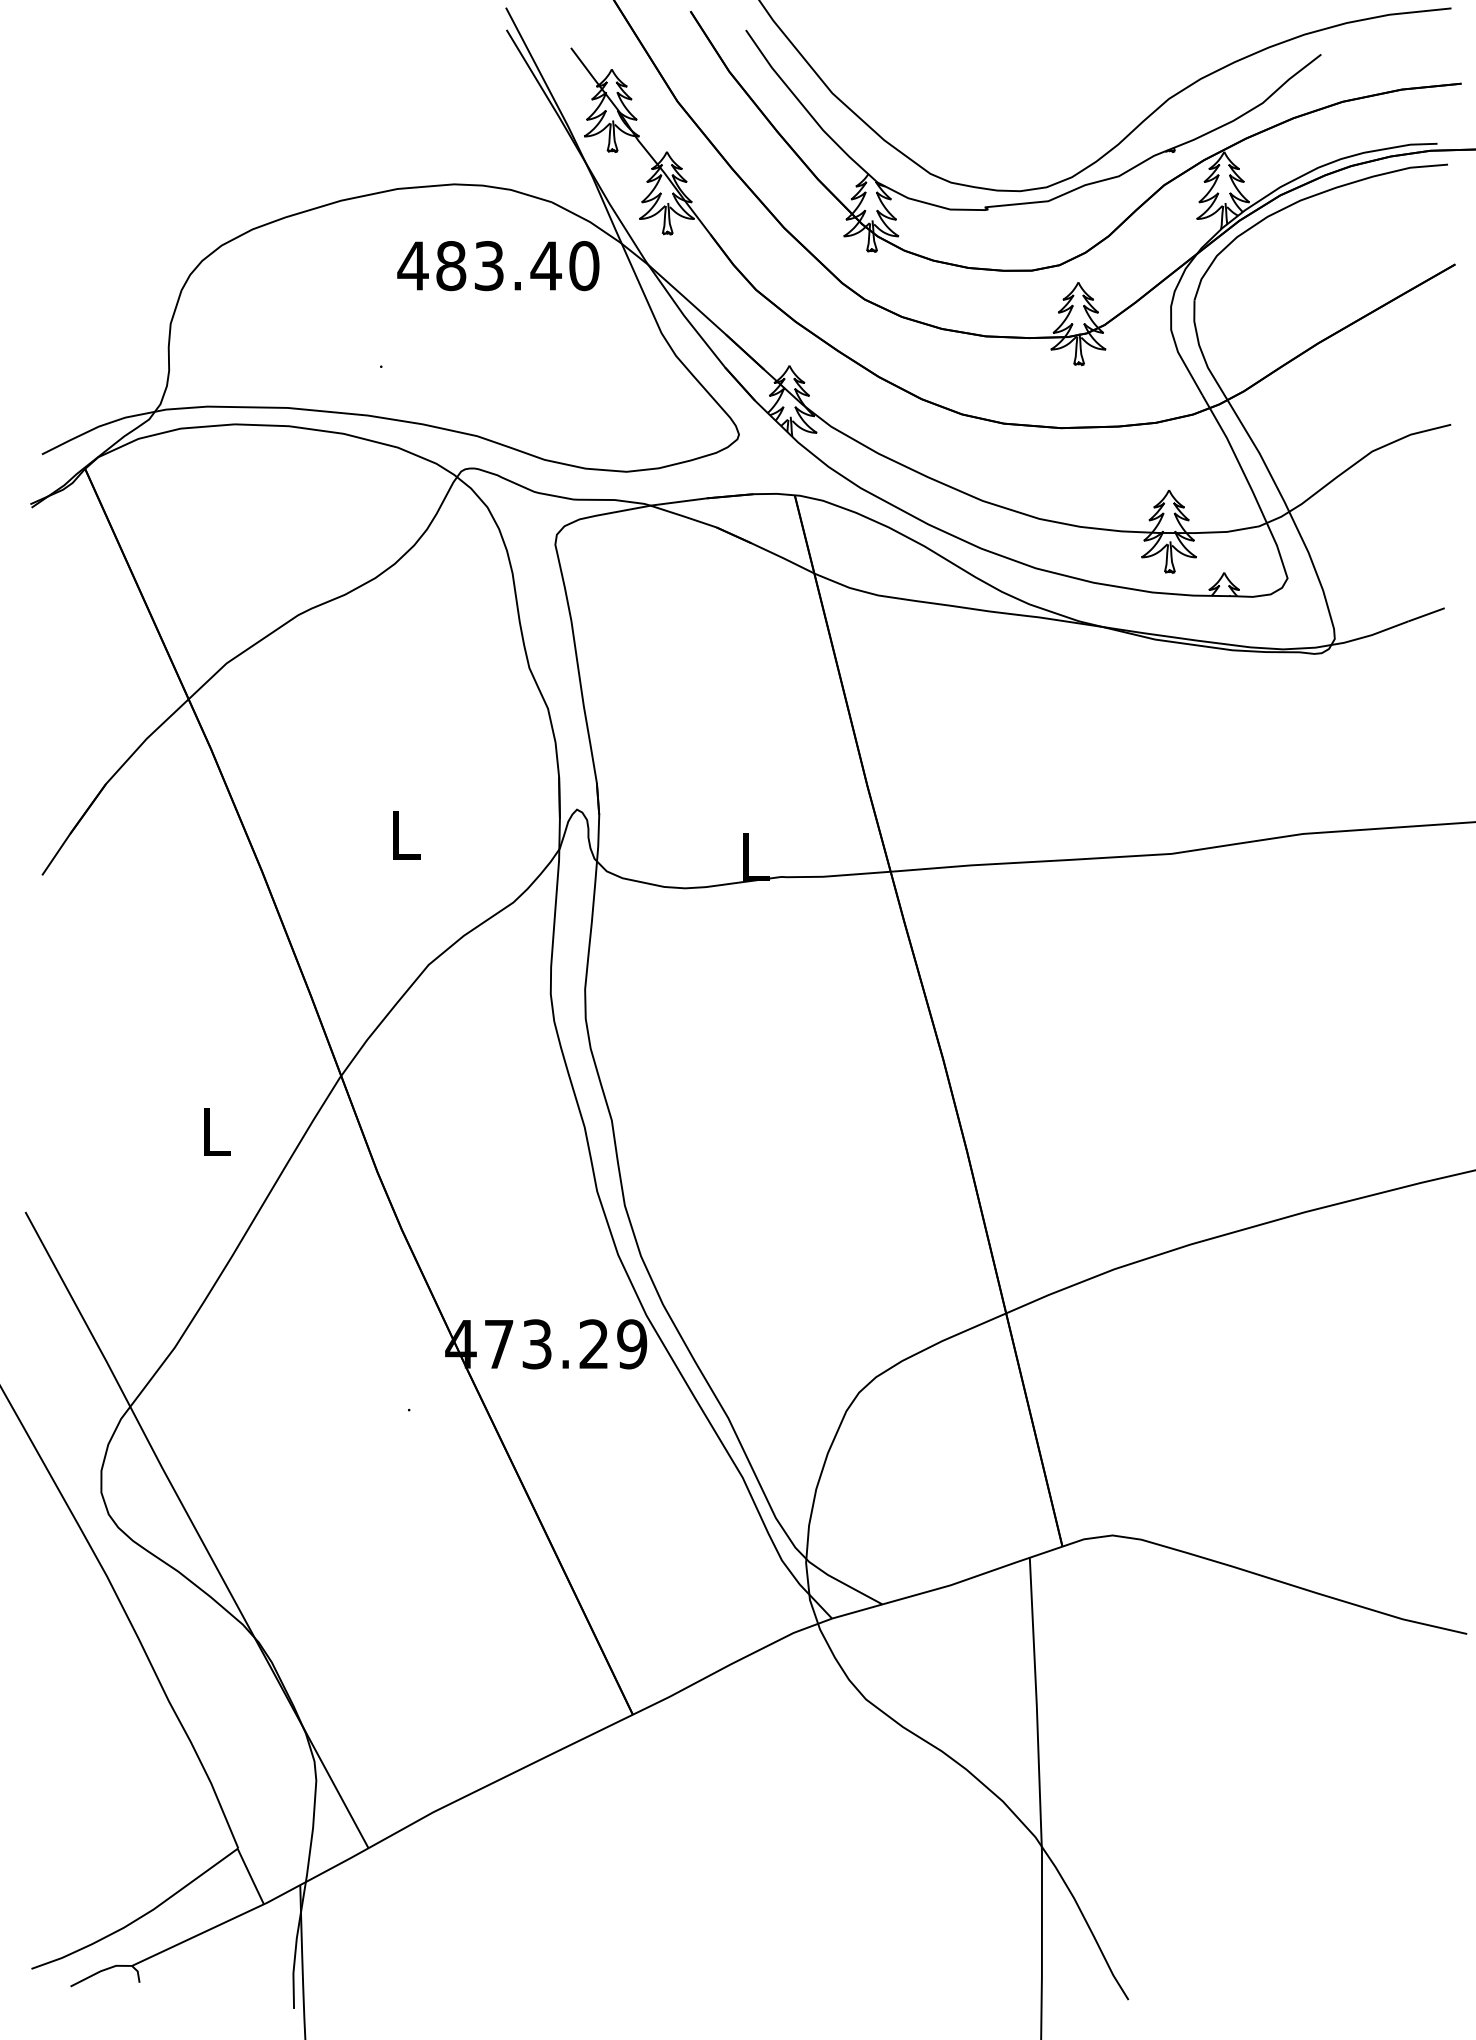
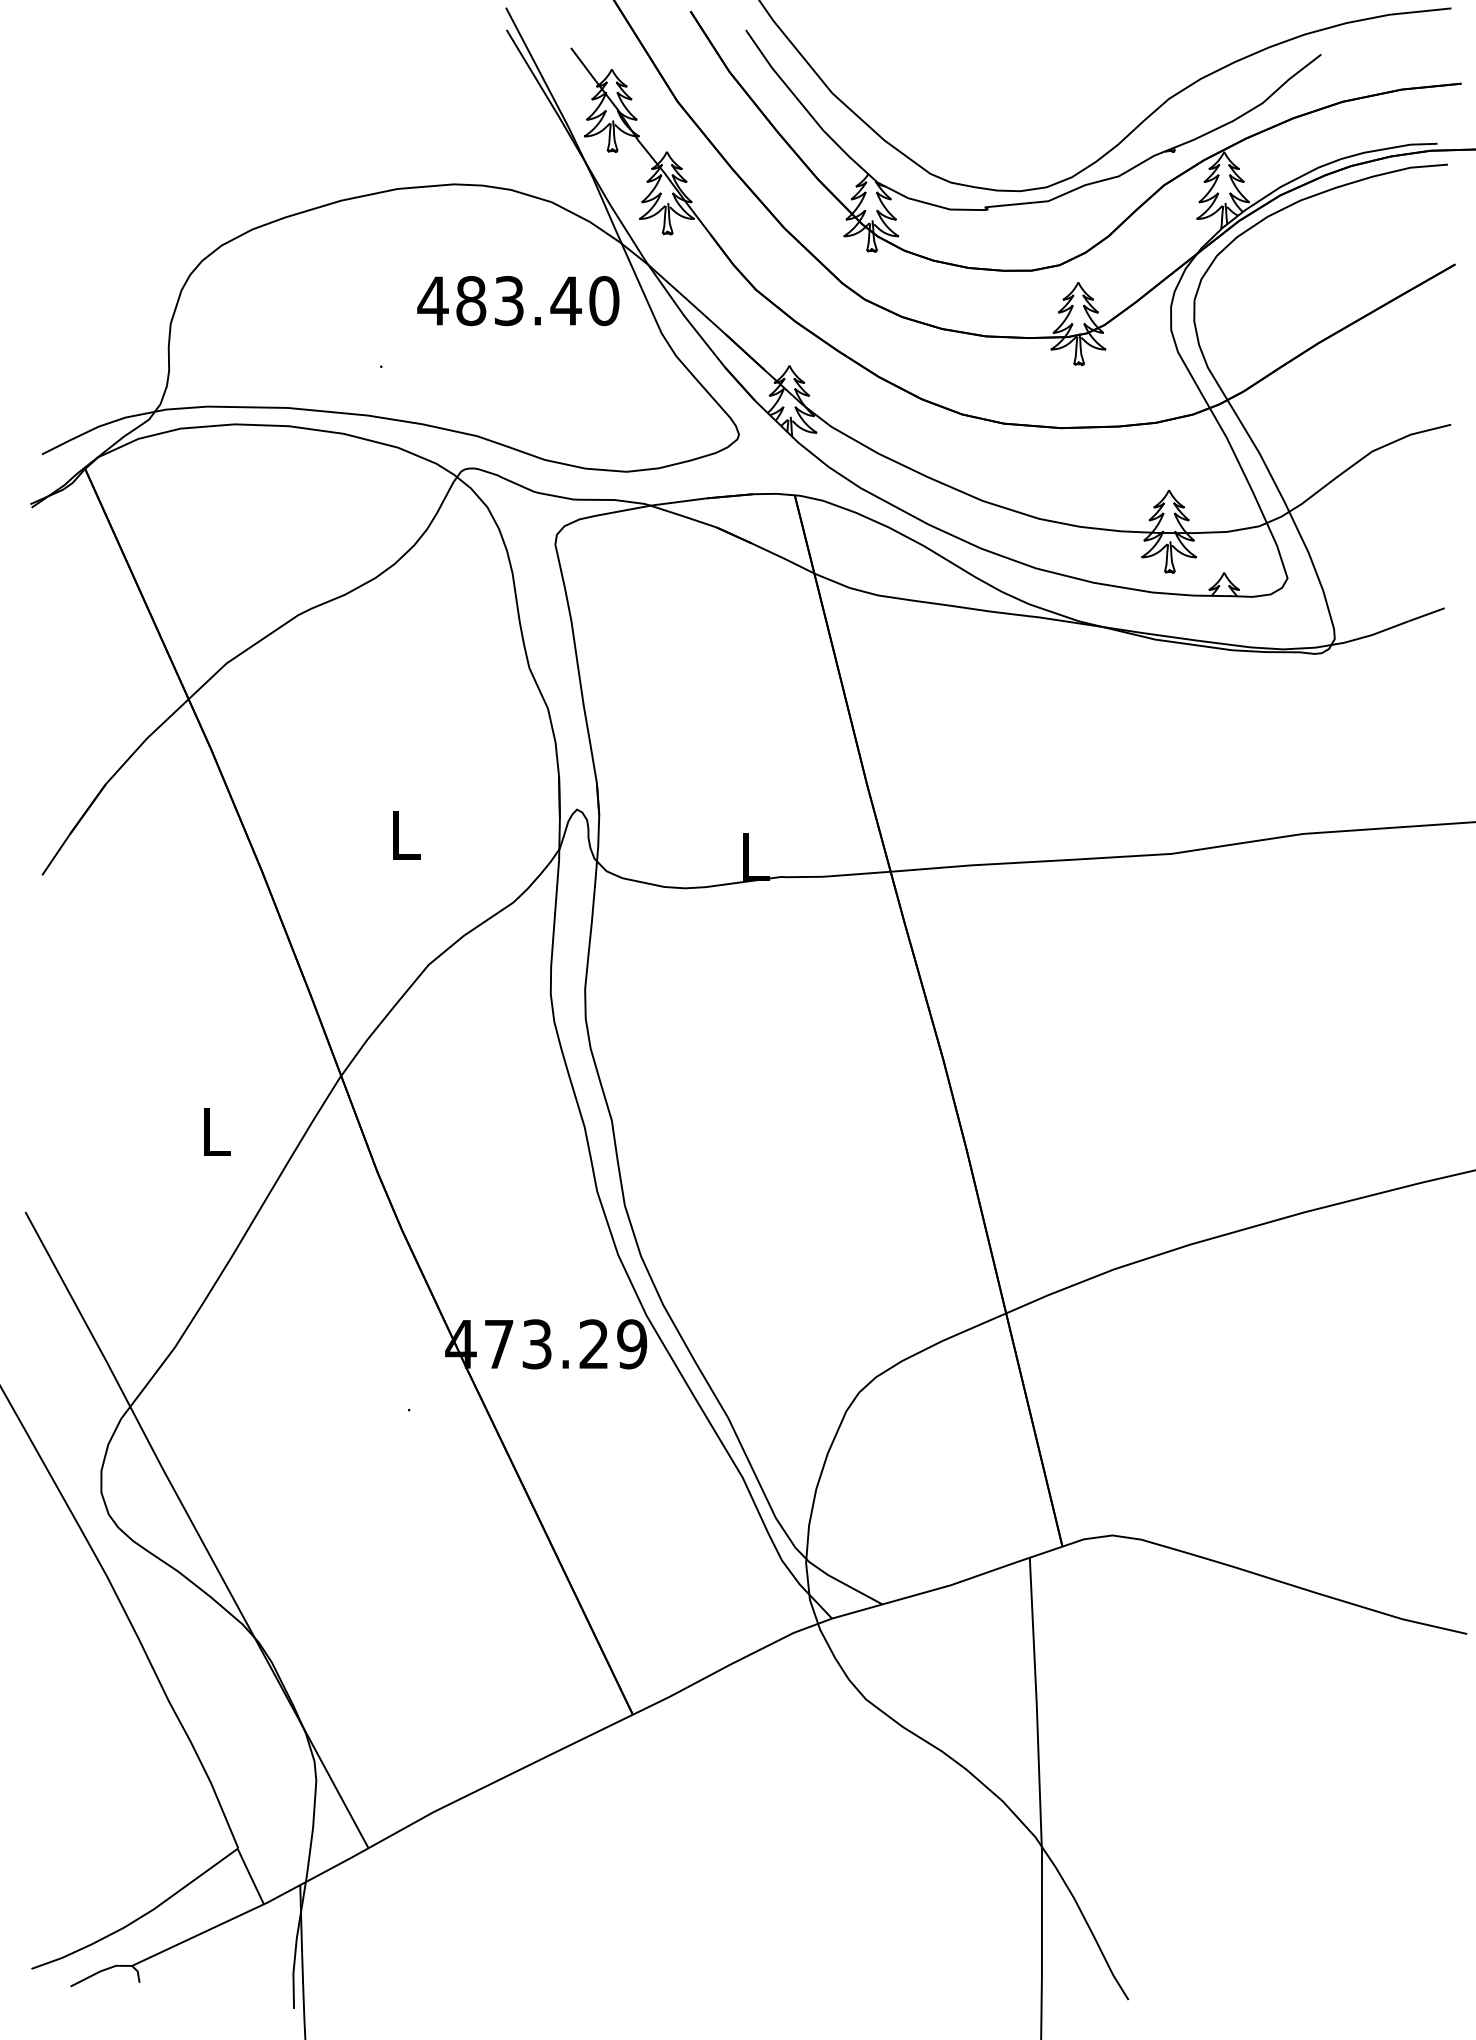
text at (498, 266) position: (498, 266) -> (518, 301)
